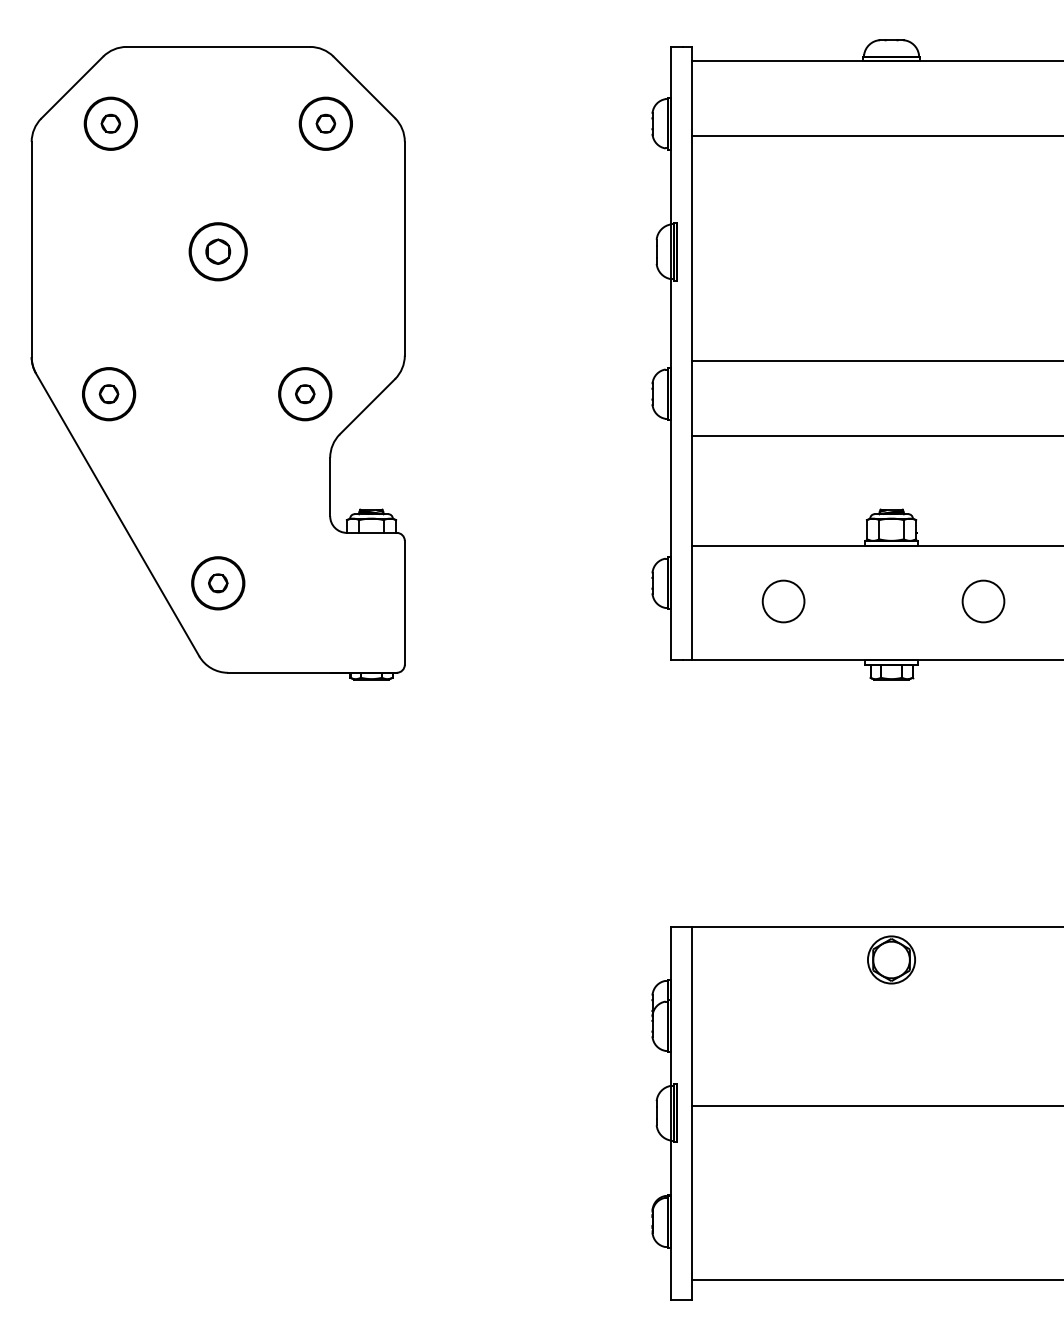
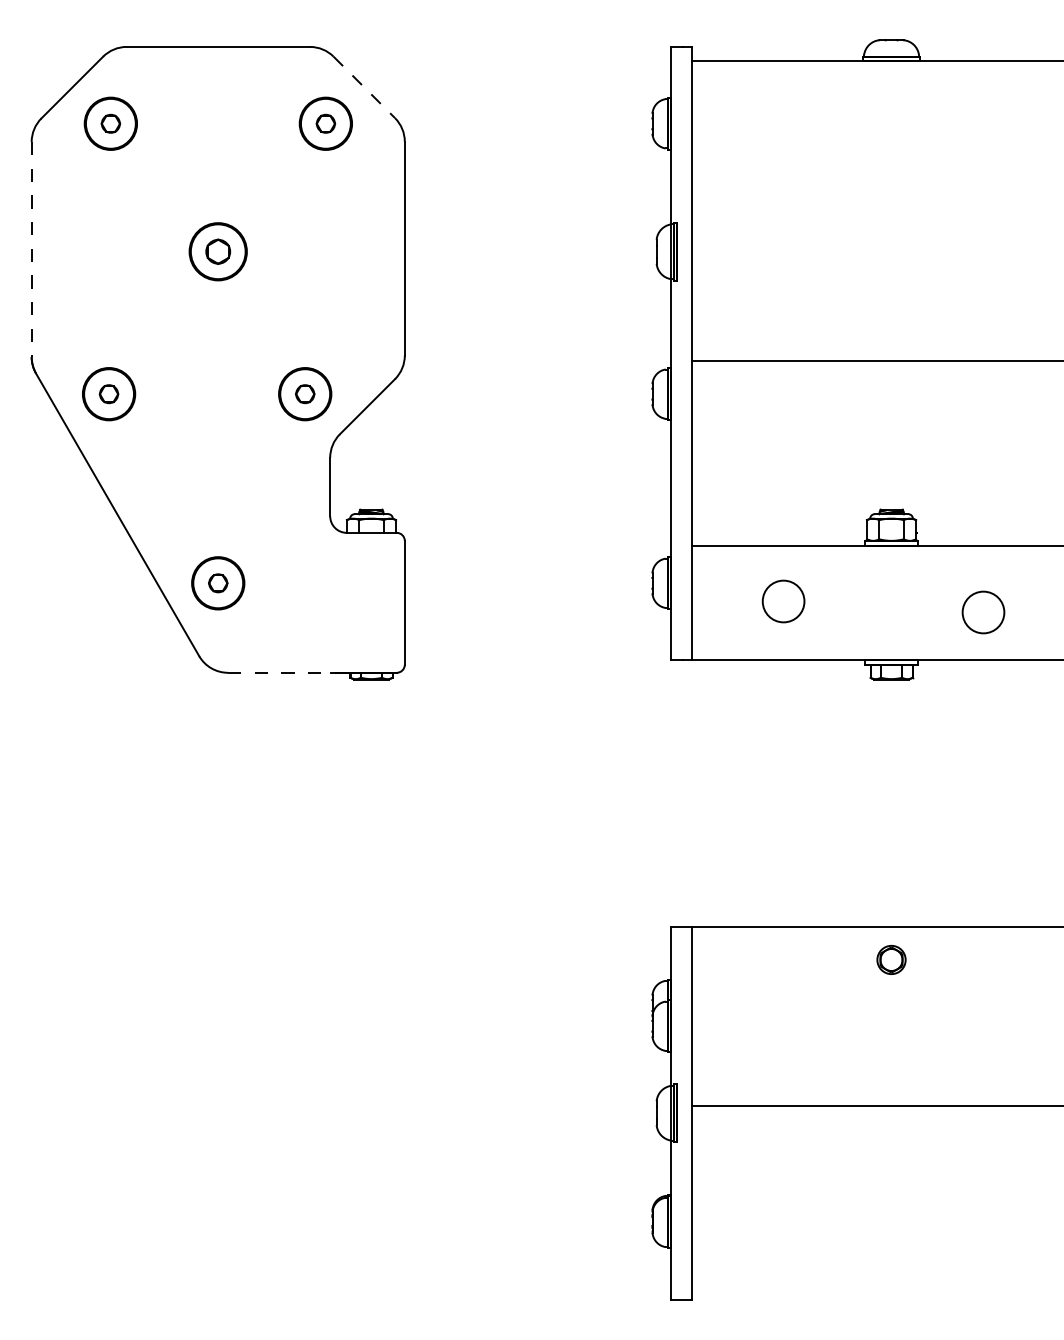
line at (364, 87): solid -> dashed
line at (875, 136): present -> none
line at (31, 249): solid -> dashed
line at (875, 435): present -> none
circle at (983, 601) position: (983, 601) -> (983, 612)
line at (290, 672): solid -> dashed
part at (891, 959) size: 49x50 px -> 31x30 px
line at (875, 1279): present -> none
